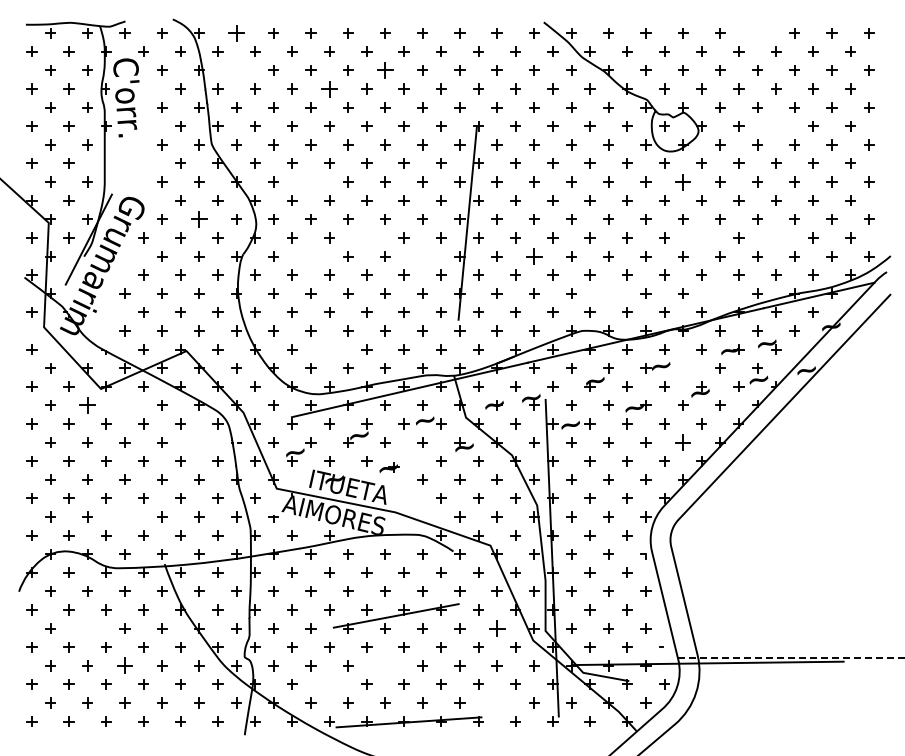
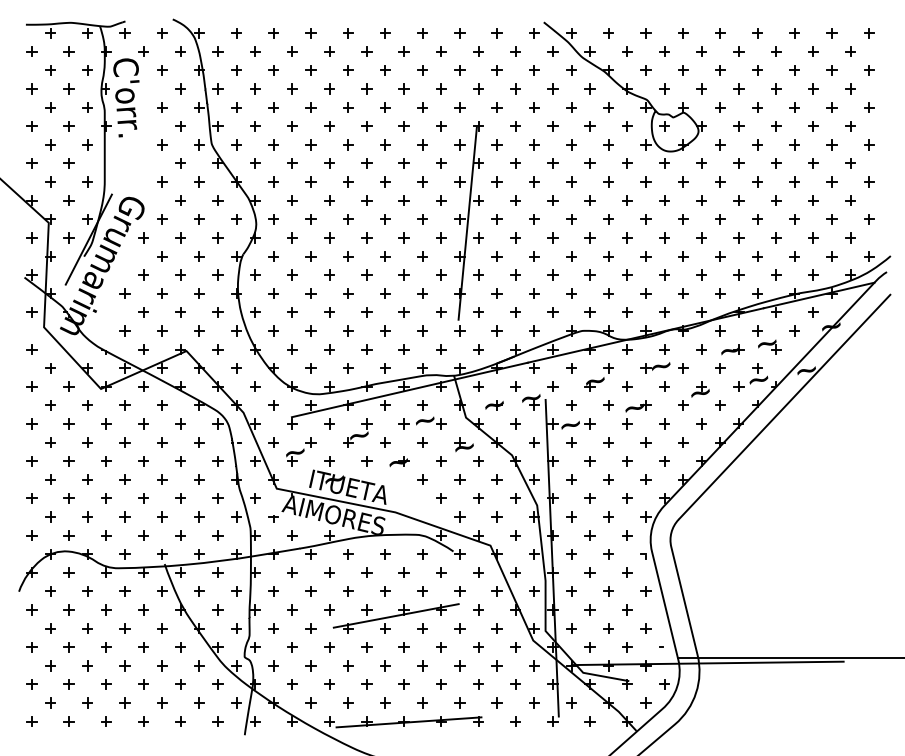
part at (236, 33) size: 17x17 px -> 11x11 px
part at (757, 33): none -> present
part at (236, 70): none -> present
part at (385, 70) size: 17x17 px -> 11x11 px
part at (329, 89) size: 17x17 px -> 11x12 px
part at (776, 126): none -> present
part at (310, 181): none -> present
part at (682, 182) size: 16x17 px -> 11x12 px
part at (199, 219) size: 17x17 px -> 11x11 px
part at (366, 237): none -> present
part at (701, 237): none -> present
part at (776, 237): none -> present
part at (310, 256): none -> present
part at (422, 256): none -> present
part at (534, 256) size: 17x17 px -> 11x11 px
part at (608, 293): none -> present
part at (720, 293): none -> present
part at (329, 349): none -> present
part at (683, 368): none -> present
part at (87, 405) size: 17x17 px -> 11x11 px
part at (124, 405): none -> present
part at (199, 442): none -> present
part at (682, 442) size: 16x17 px -> 11x11 px
part at (389, 467) position: (389, 467) -> (399, 461)
part at (124, 516): none -> present
part at (87, 628): none -> present
part at (497, 628) size: 17x17 px -> 12x11 px
line at (791, 657): dashed -> solid
part at (124, 665) size: 16x17 px -> 12x12 px
part at (385, 665): none -> present
part at (329, 684): none -> present
part at (496, 702): none -> present
